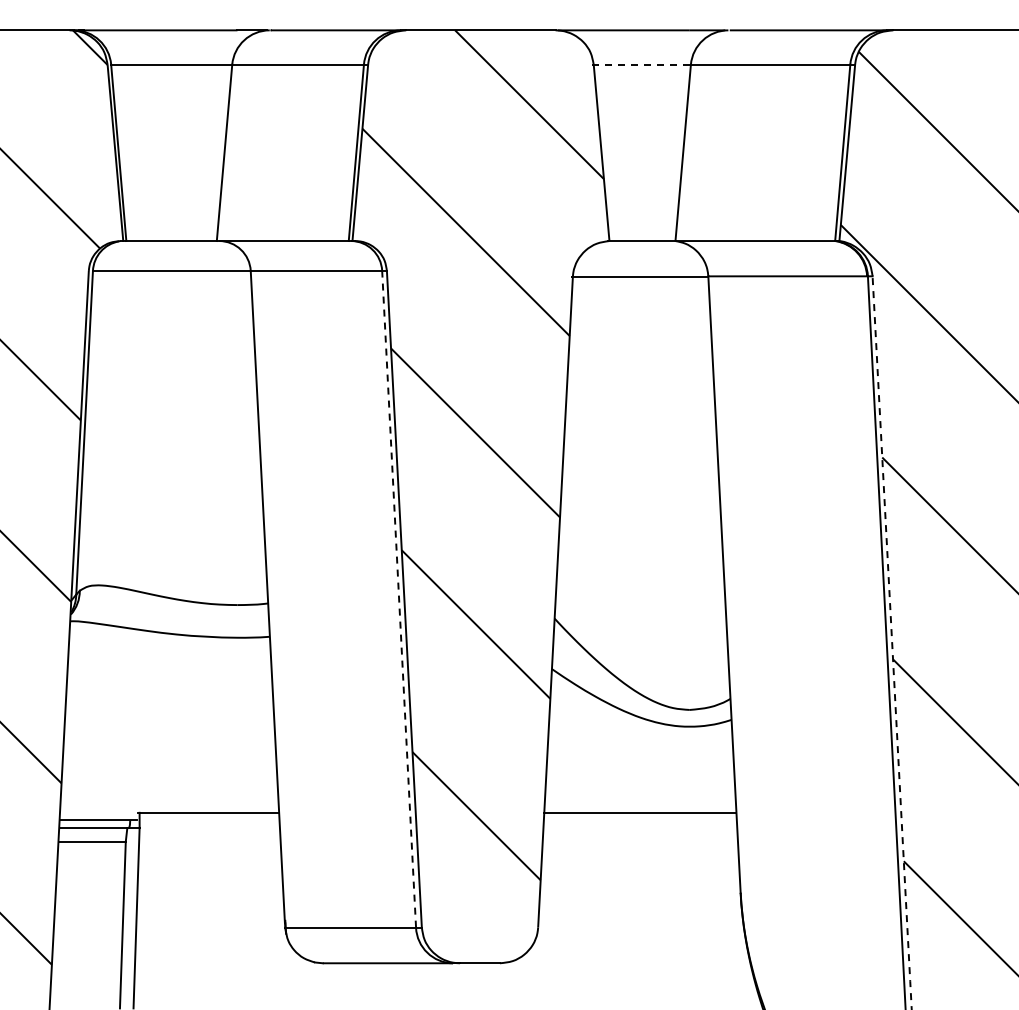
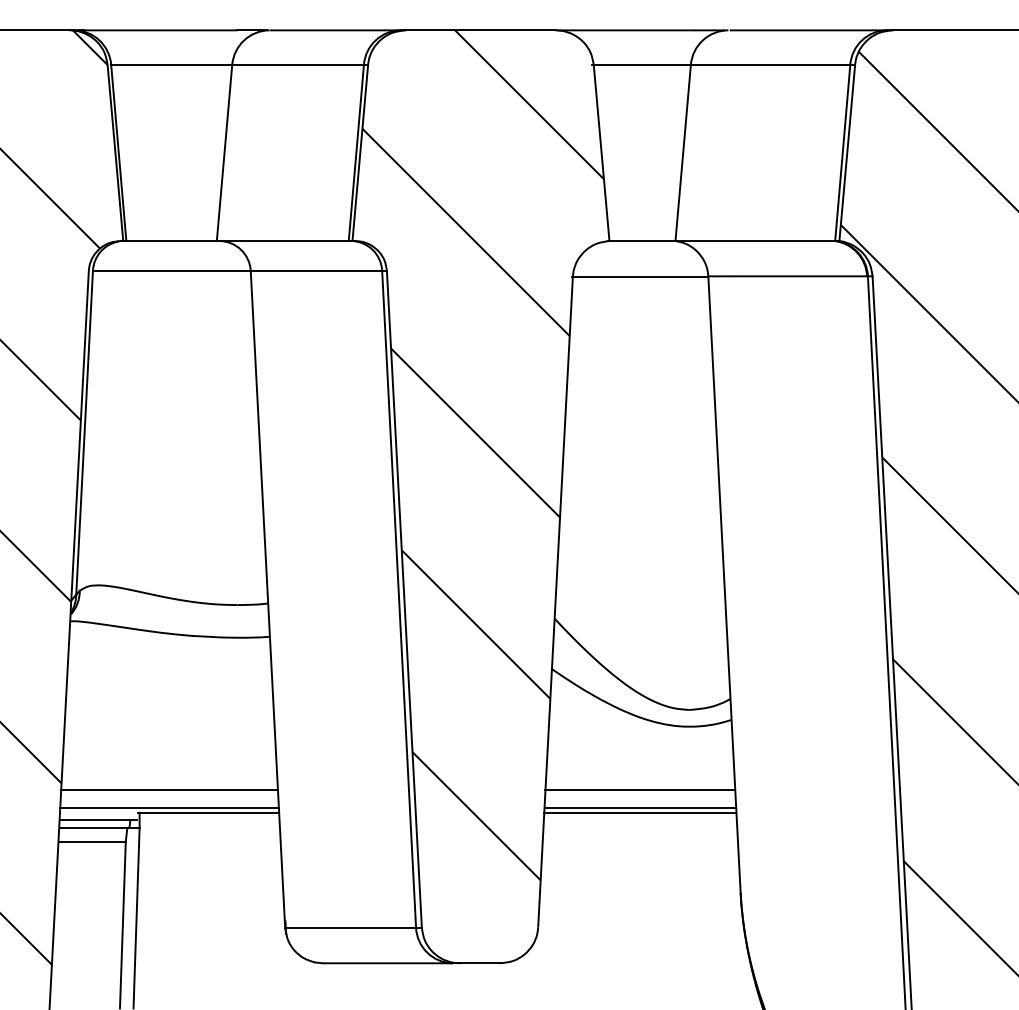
line at (642, 64): dashed -> solid
line at (399, 599): dashed -> solid
line at (892, 643): dashed -> solid
line at (169, 790): none -> present
line at (640, 790): none -> present
line at (169, 807): none -> present
line at (640, 807): none -> present
